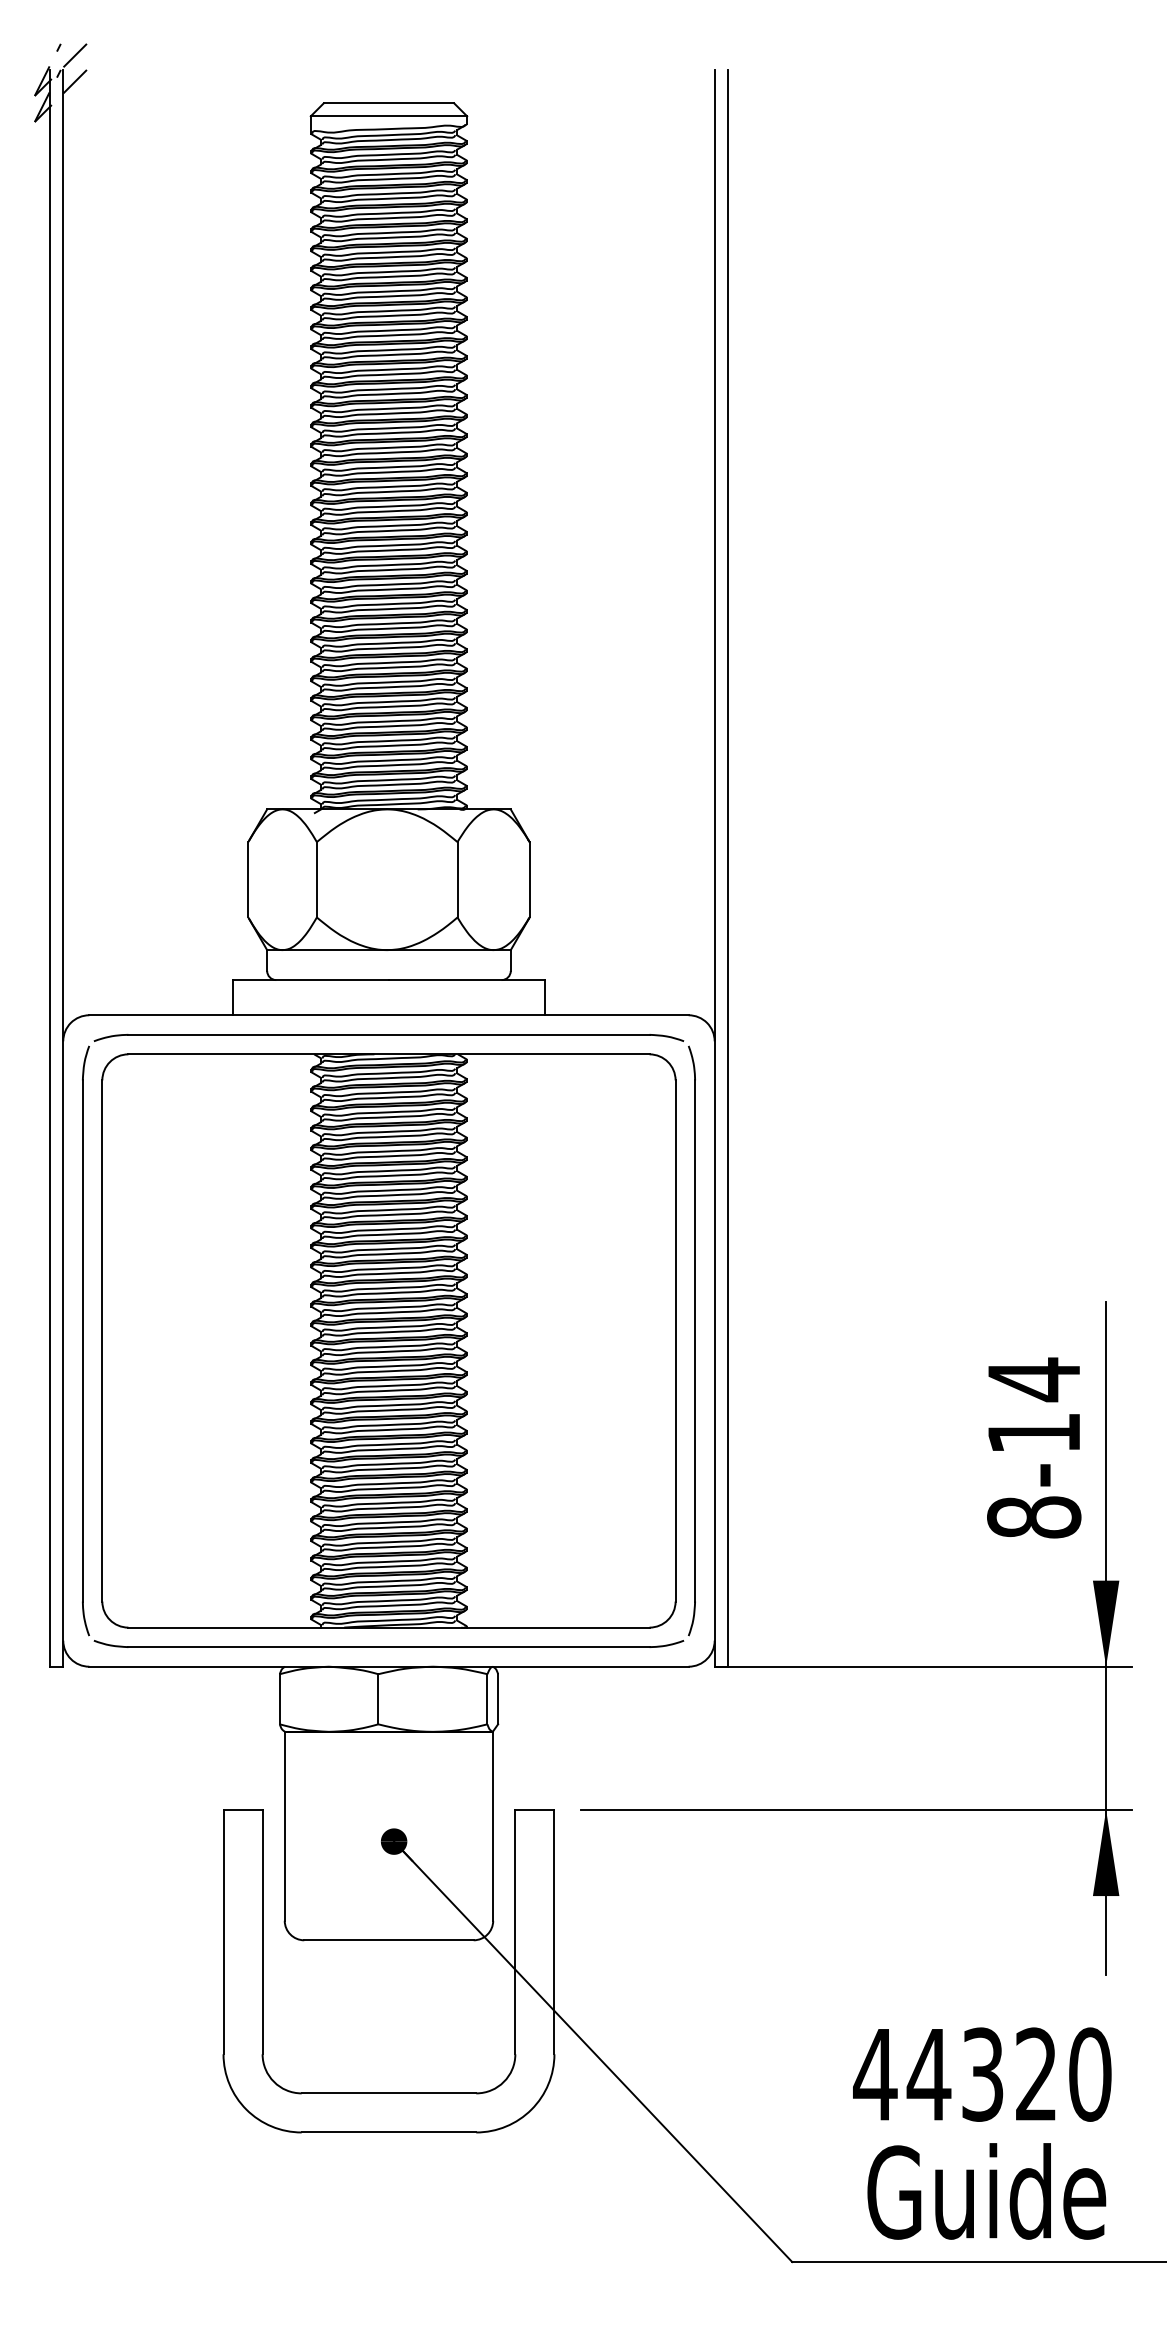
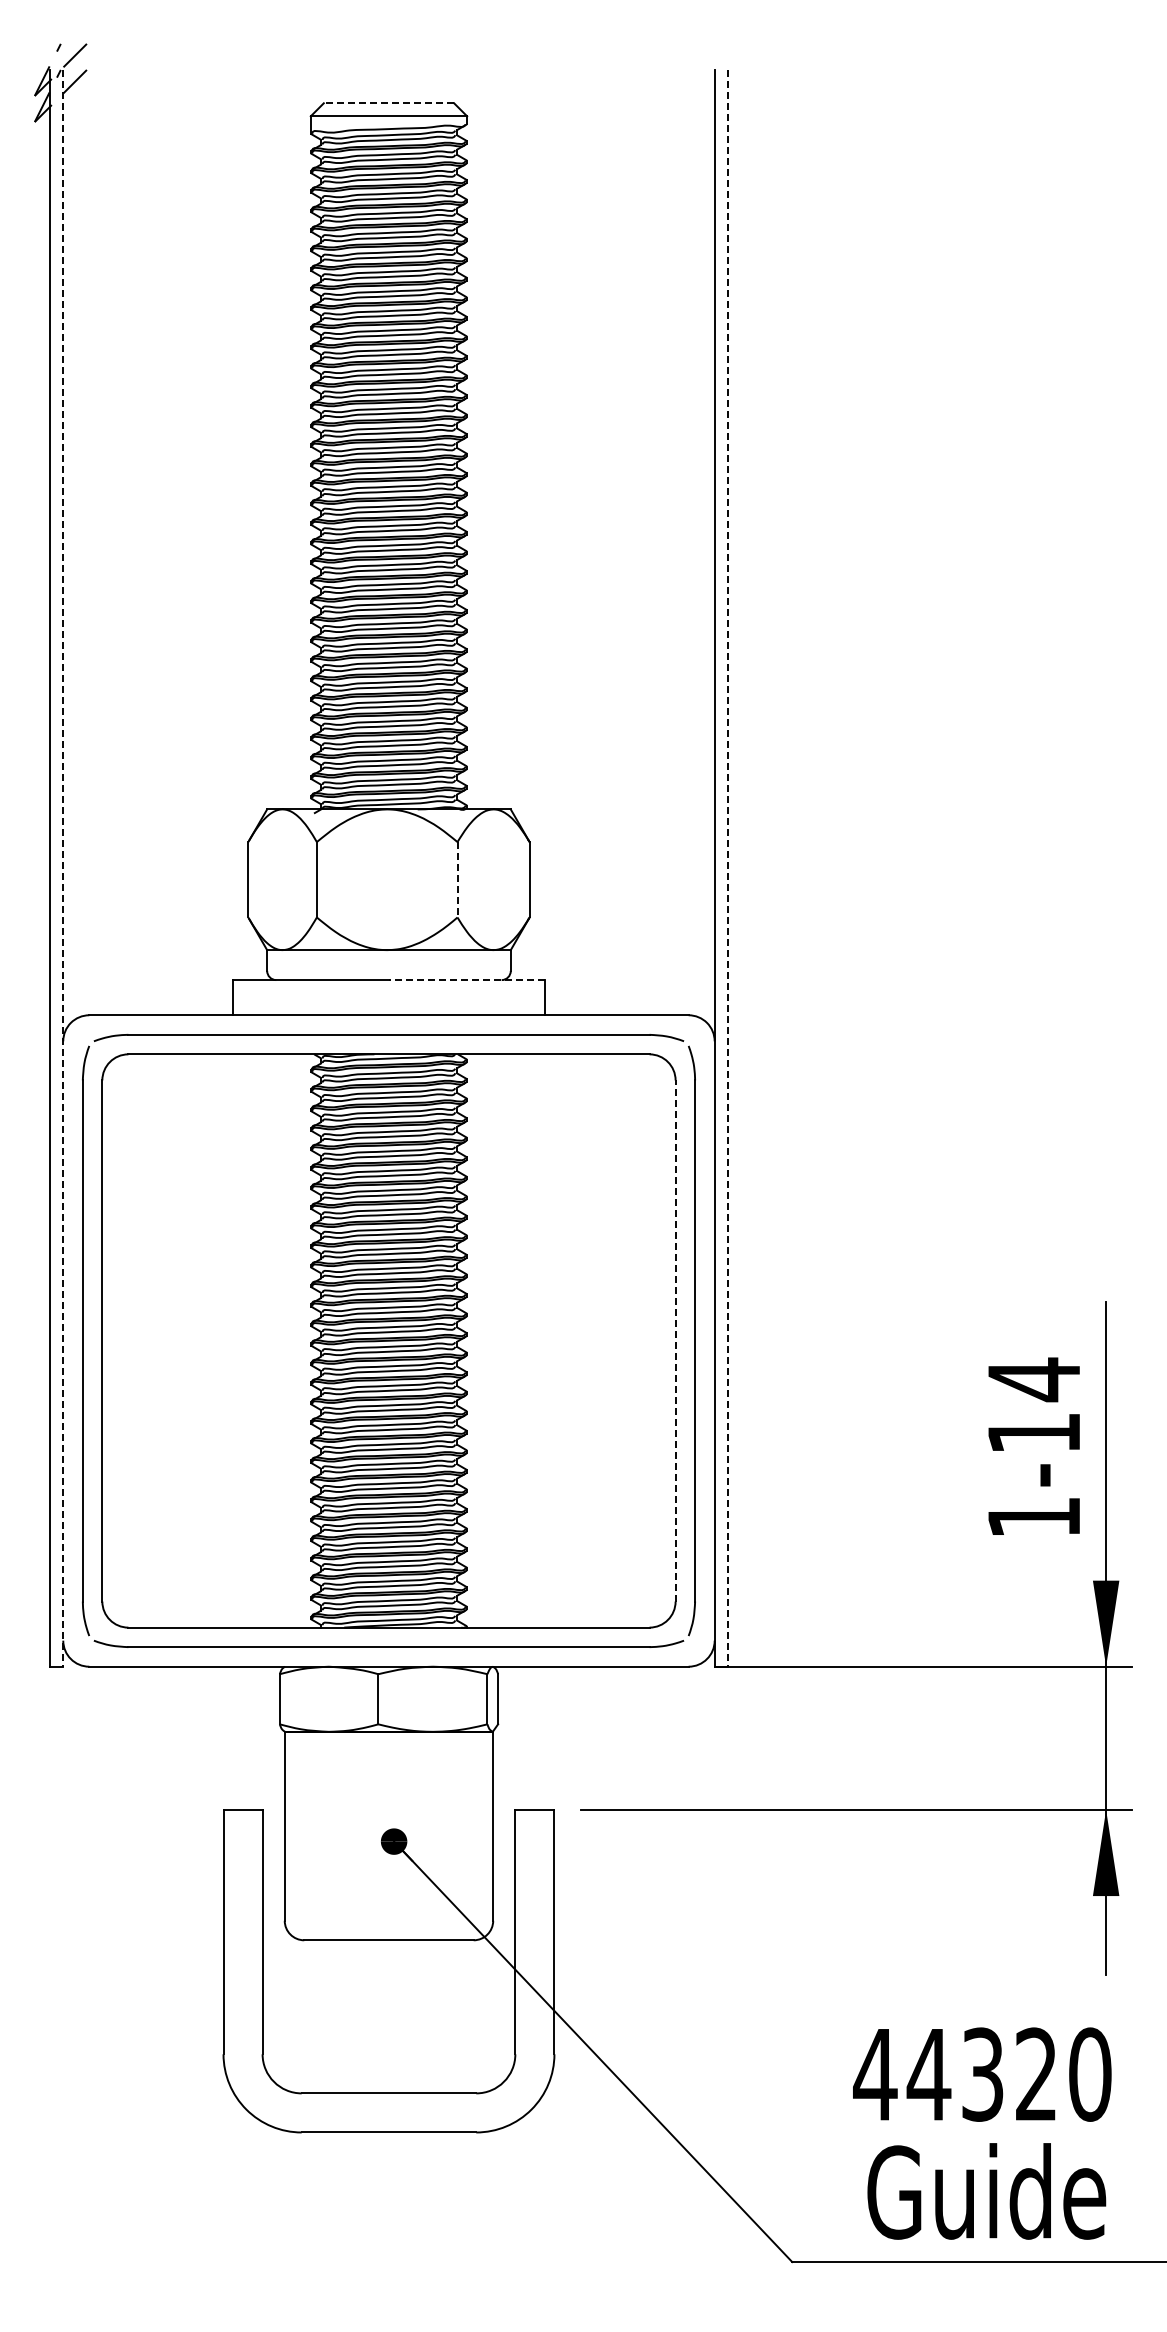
line at (388, 103): solid -> dashed
line at (63, 868): solid -> dashed
line at (727, 868): solid -> dashed
line at (457, 879): solid -> dashed
line at (466, 980): solid -> dashed
line at (675, 1340): solid -> dashed
text at (1034, 1517): 8-14 -> 1-14
